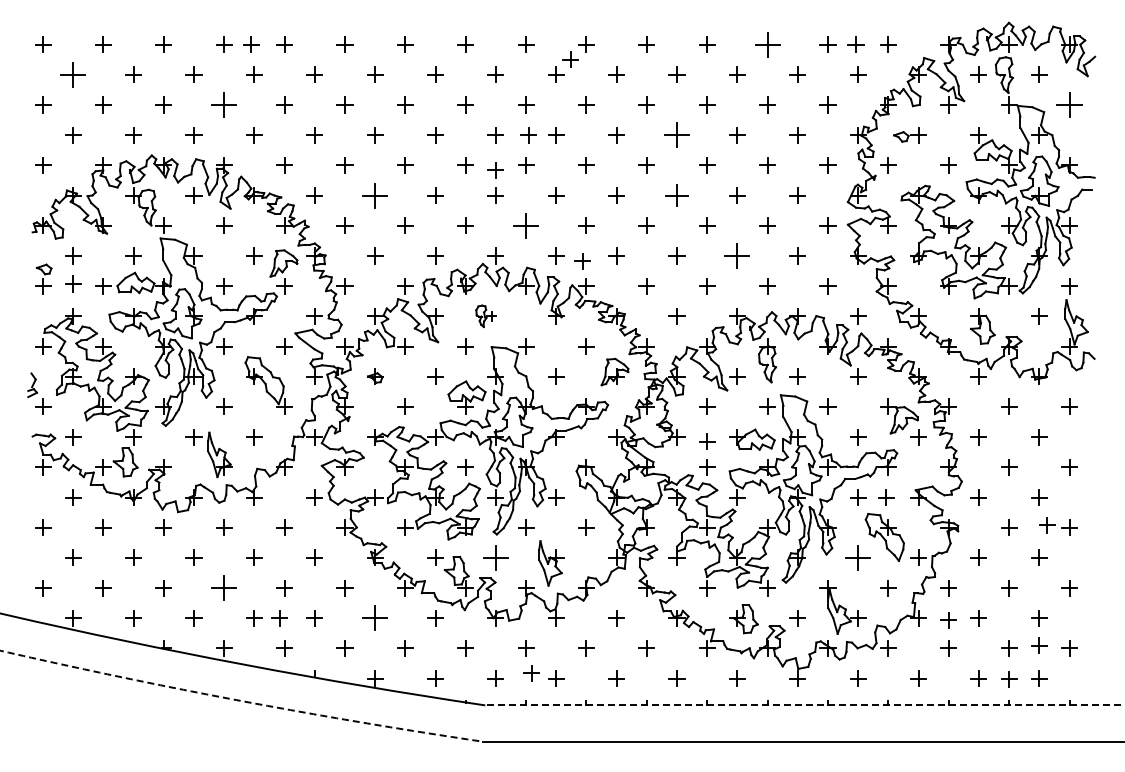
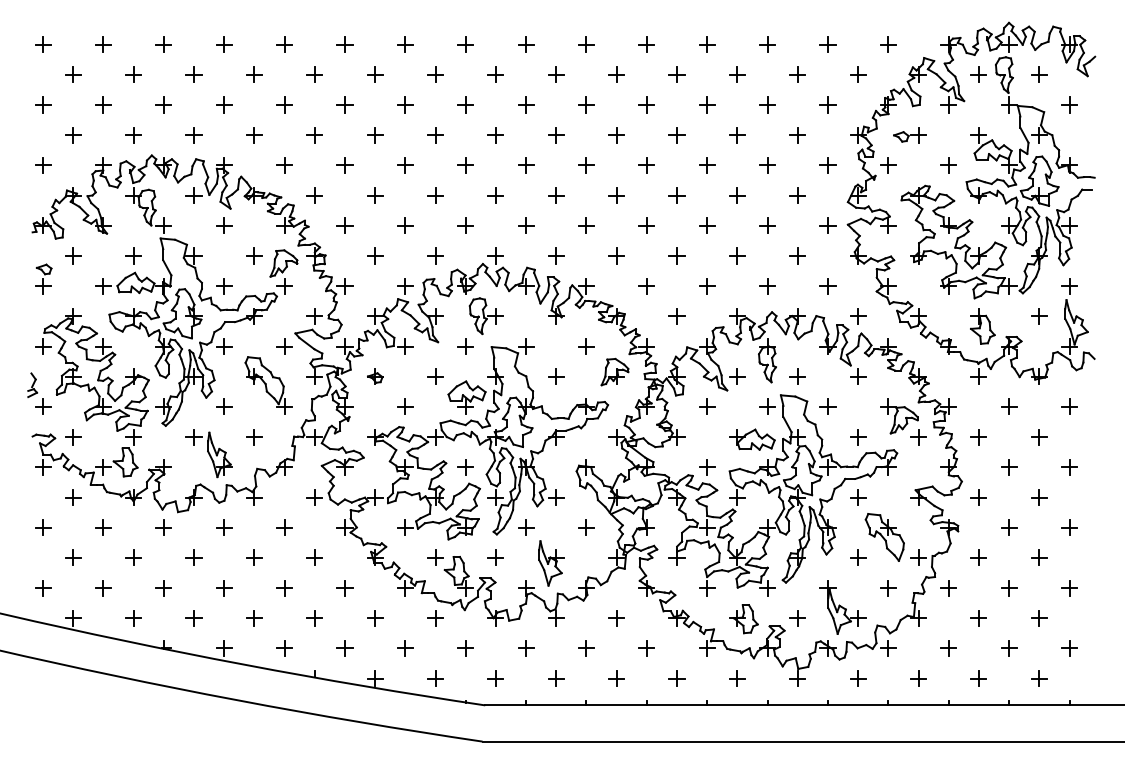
part at (251, 44): present -> none
part at (767, 44) size: 26x26 px -> 17x17 px
part at (855, 44): present -> none
part at (570, 59): present -> none
part at (72, 74) size: 26x26 px -> 17x17 px
part at (223, 104) size: 26x26 px -> 17x18 px
part at (1069, 104) size: 27x26 px -> 17x18 px
part at (676, 134) size: 26x26 px -> 18x17 px
part at (528, 135): present -> none
part at (495, 170): present -> none
part at (374, 195) size: 26x26 px -> 17x17 px
part at (676, 195) size: 24x23 px -> 18x17 px
part at (525, 225) size: 26x26 px -> 17x17 px
part at (736, 255) size: 26x26 px -> 17x18 px
part at (582, 261): present -> none
part at (73, 283): present -> none
part at (485, 315) size: 22x24 px -> 36x39 px
part at (707, 441): present -> none
part at (886, 497): present -> none
part at (1047, 525): present -> none
part at (495, 557) size: 26x26 px -> 17x17 px
part at (857, 557) size: 26x26 px -> 17x17 px
part at (223, 587) size: 26x26 px -> 17x17 px
part at (374, 617) size: 26x26 px -> 17x17 px
part at (279, 618): present -> none
part at (948, 620): present -> none
part at (1039, 645): present -> none
part at (531, 673): present -> none
part at (1009, 679): present -> none
arc at (239, 700): dashed -> solid
line at (804, 705): dashed -> solid
